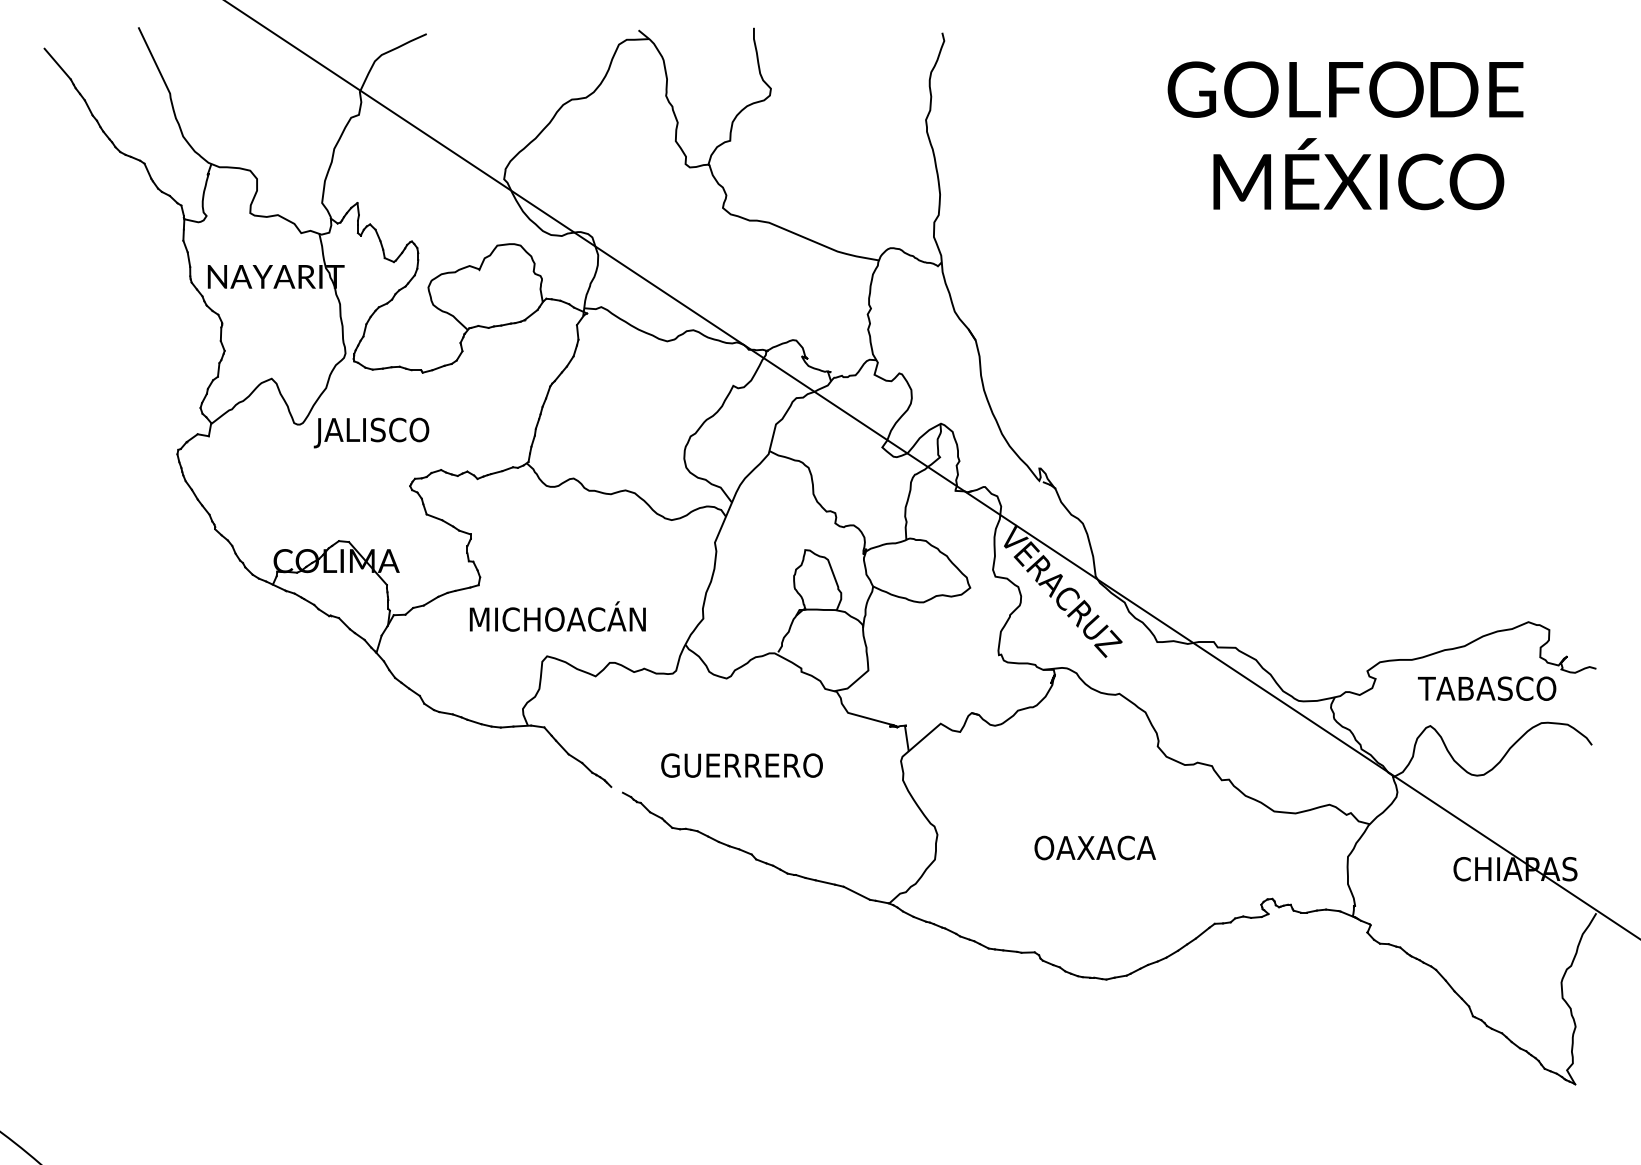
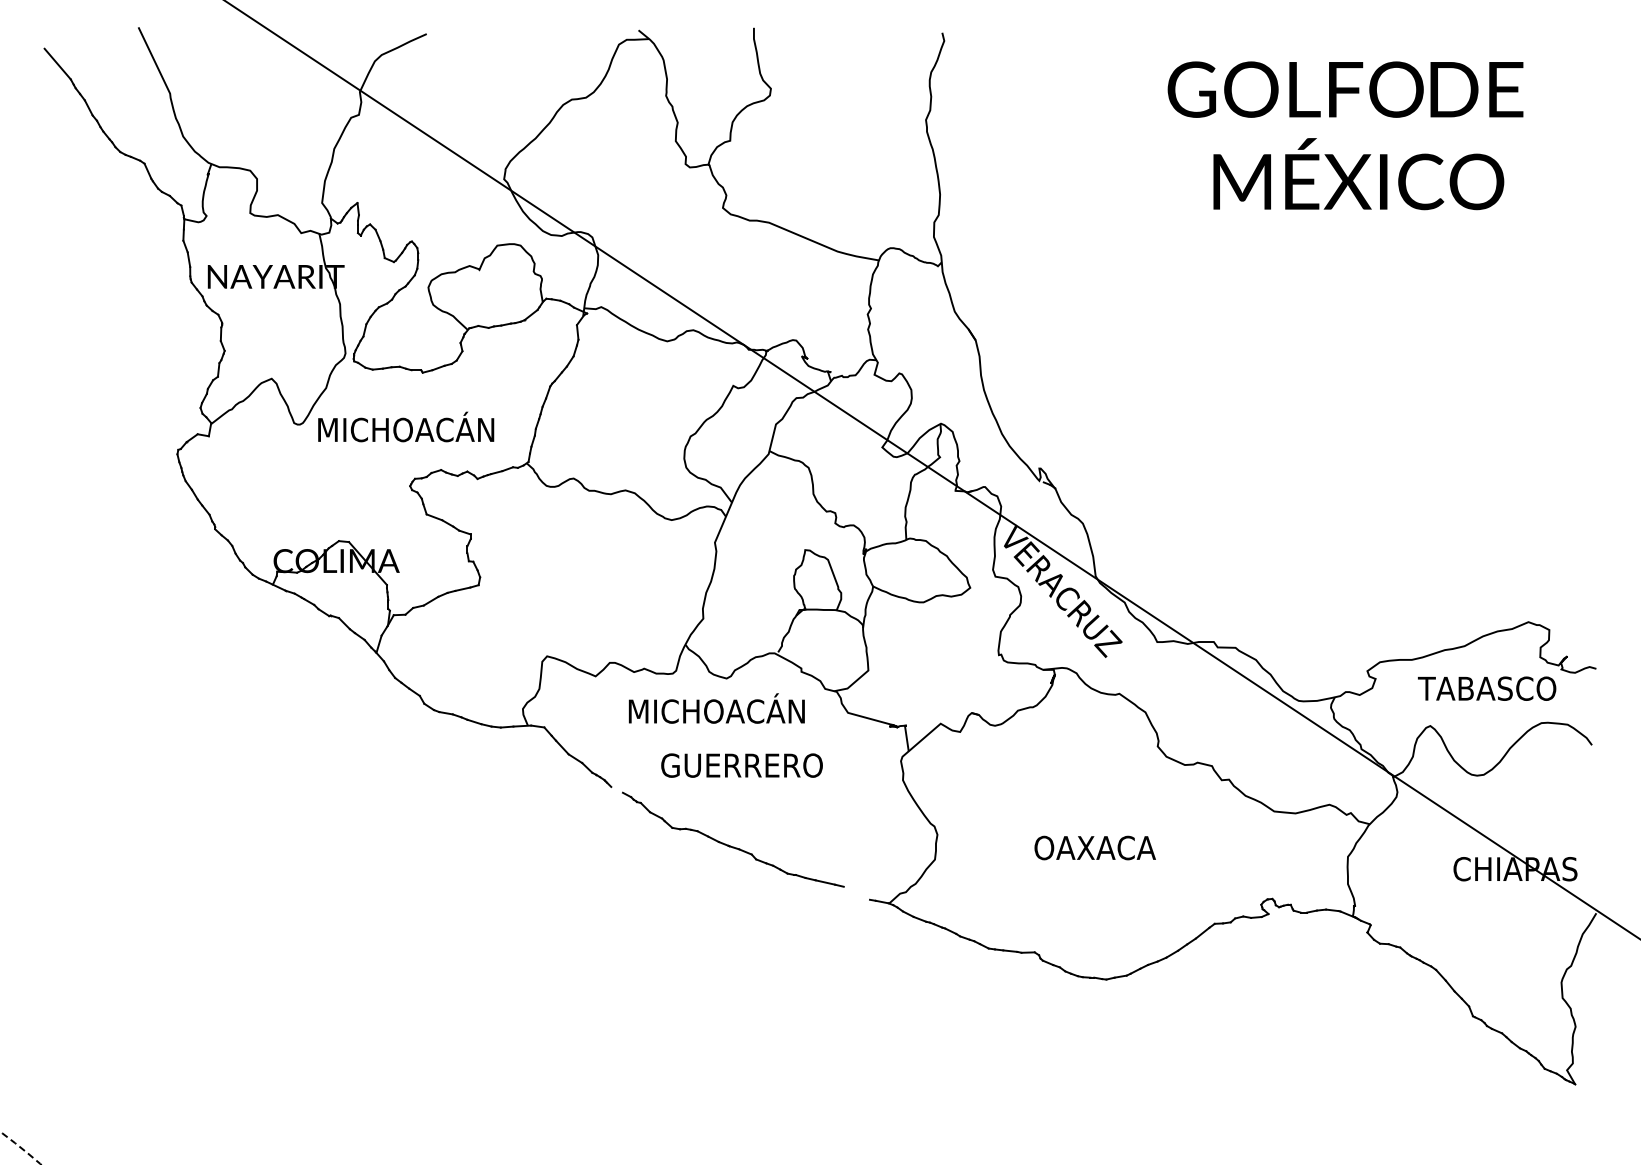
text at (403, 429): JALISCO -> MICHOACÁN
text at (557, 616) position: (557, 616) -> (716, 708)
line at (856, 892): present -> none
circle at (20, 1148): solid -> dashed
